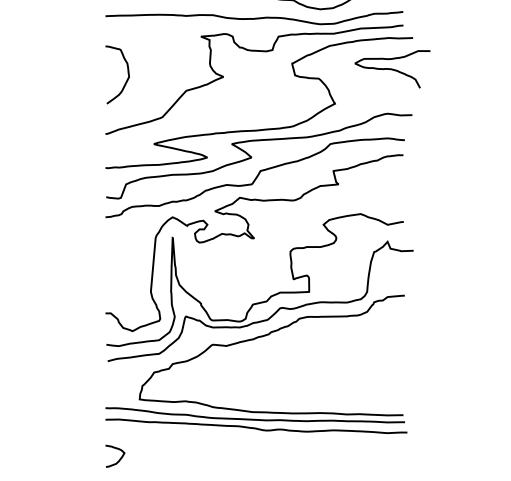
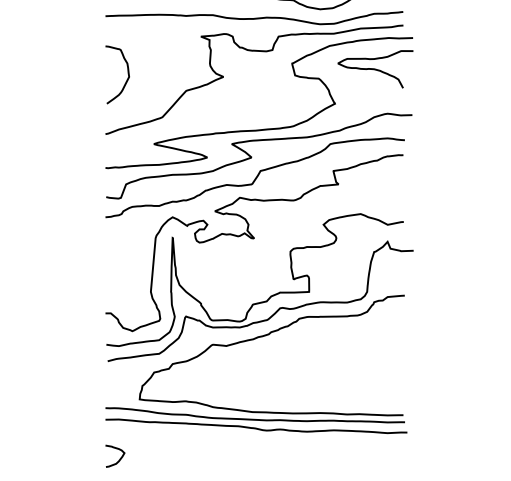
curve at (392, 69) position: (392, 69) -> (375, 69)
